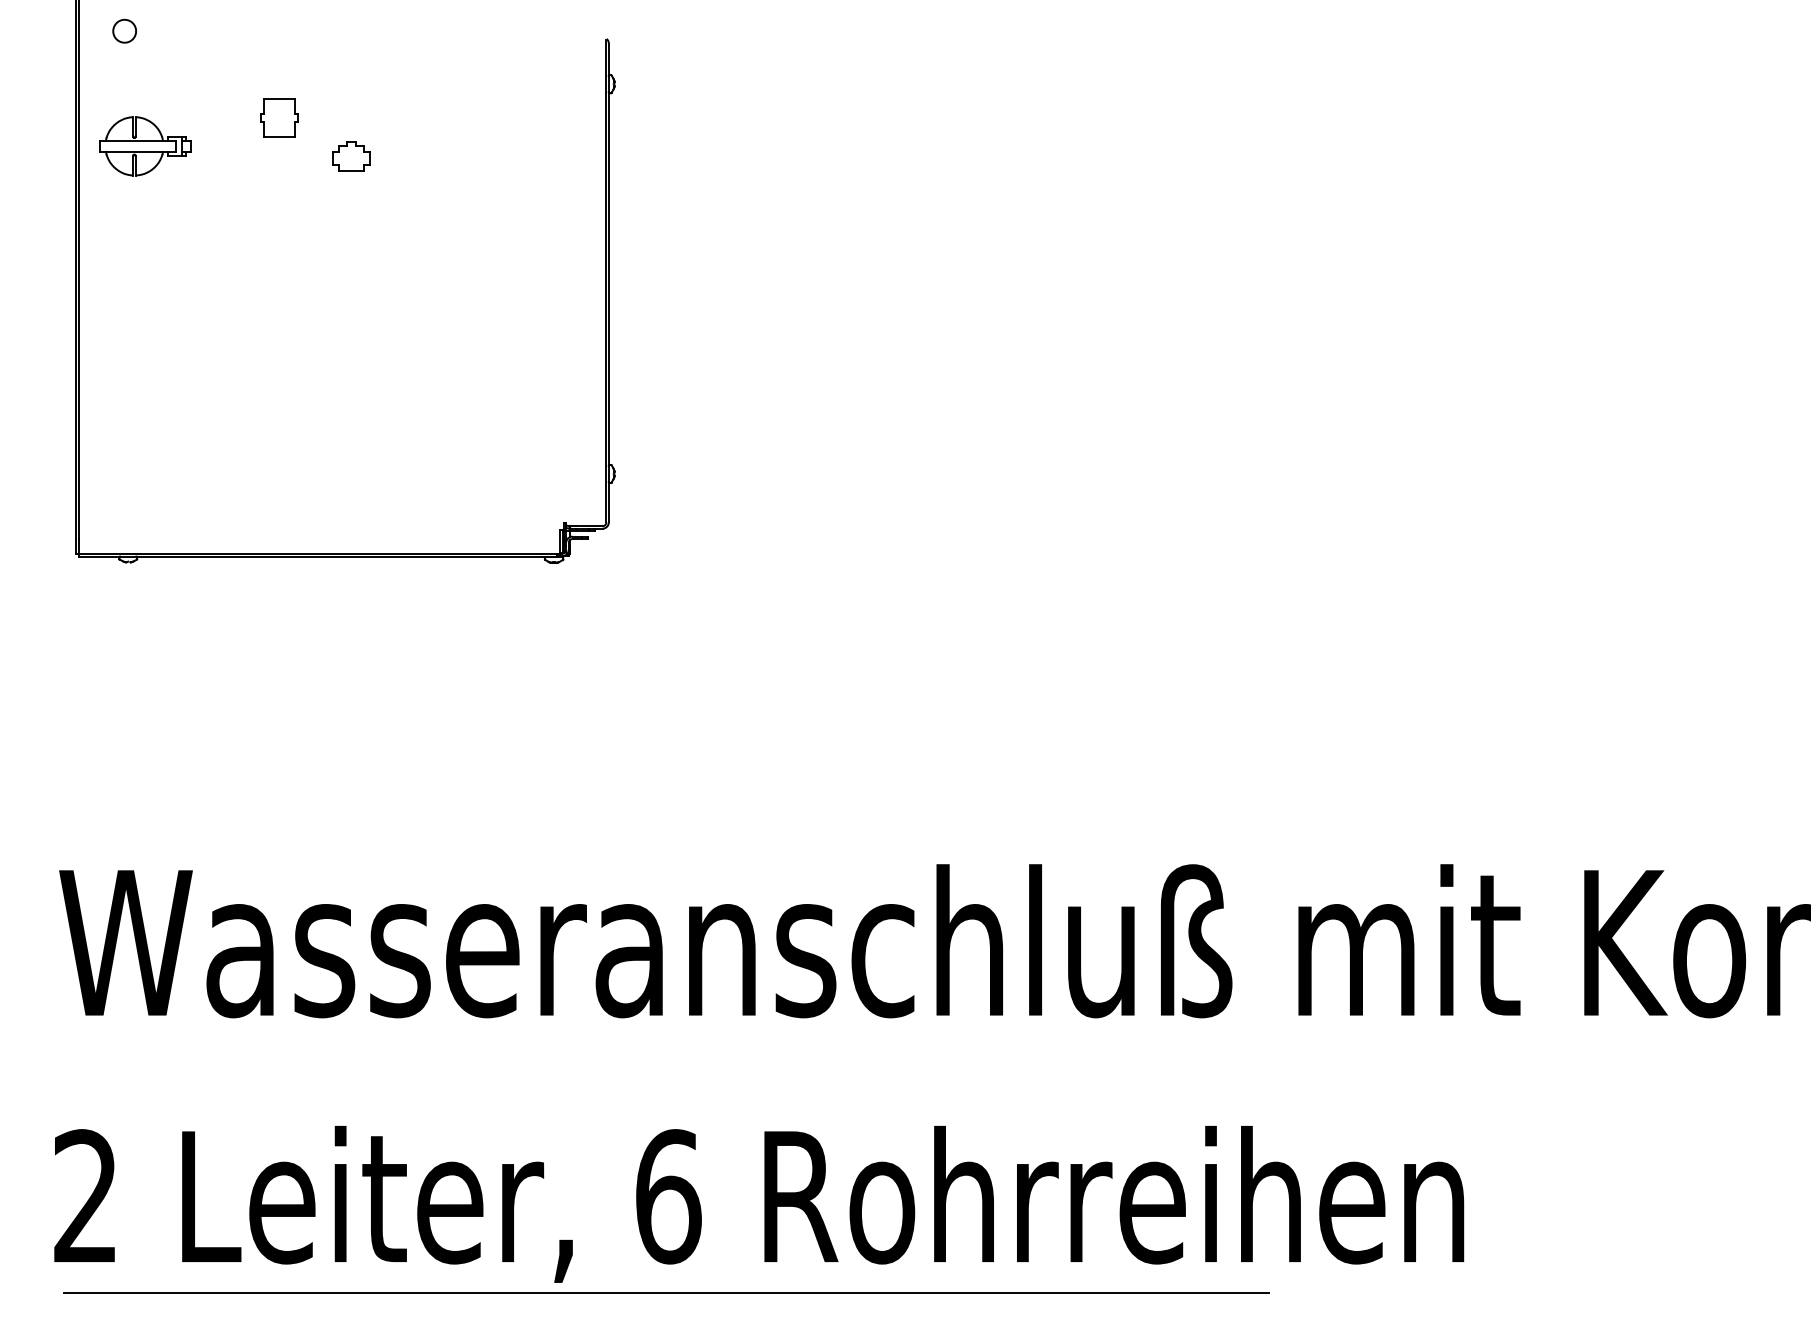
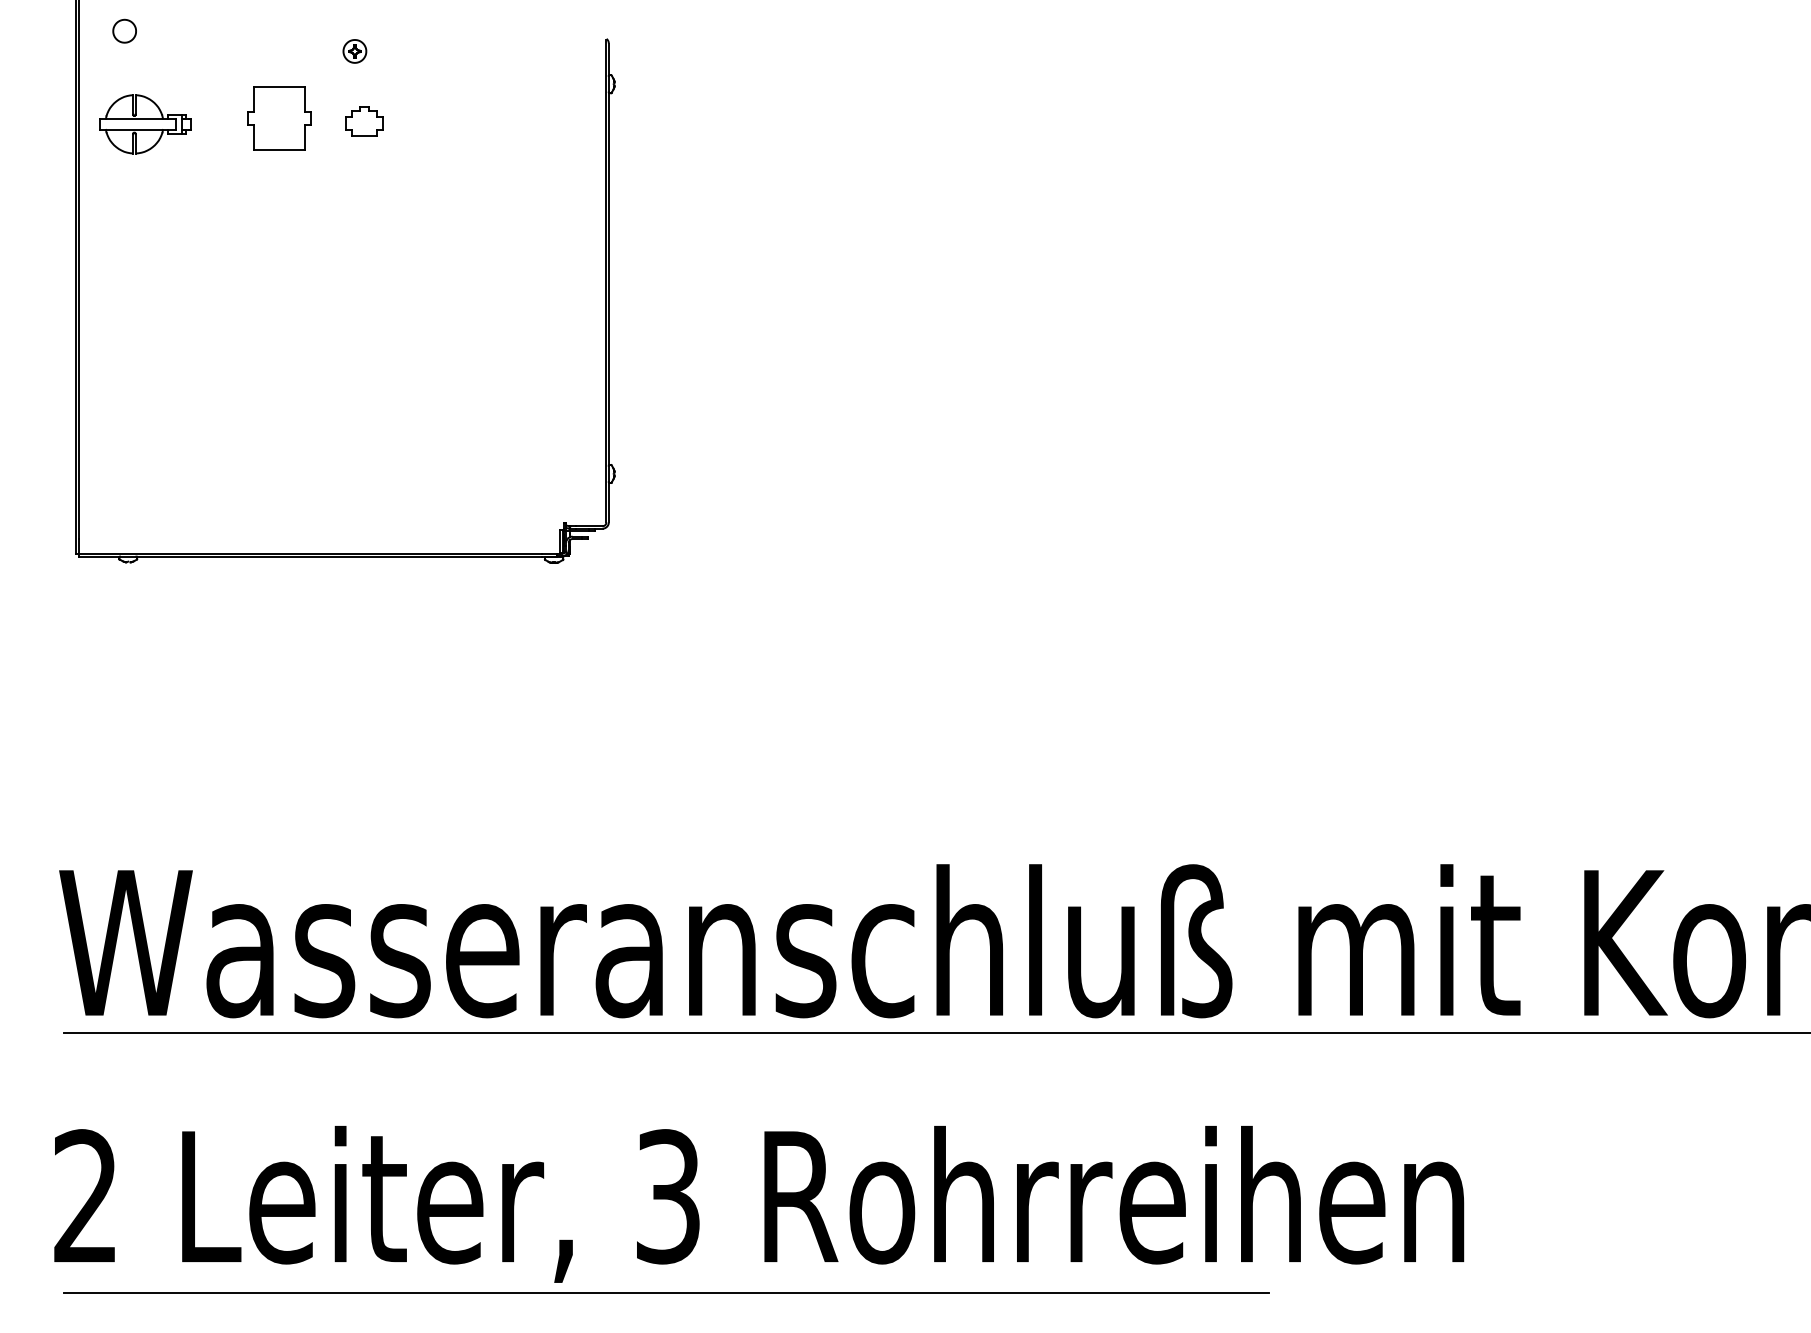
part at (354, 51): none -> present
part at (279, 117) size: 39x40 px -> 65x65 px
part at (145, 146) position: (145, 146) -> (145, 124)
part at (351, 156) position: (351, 156) -> (364, 121)
line at (935, 1032): none -> present
text at (668, 1196): 6 -> 3
